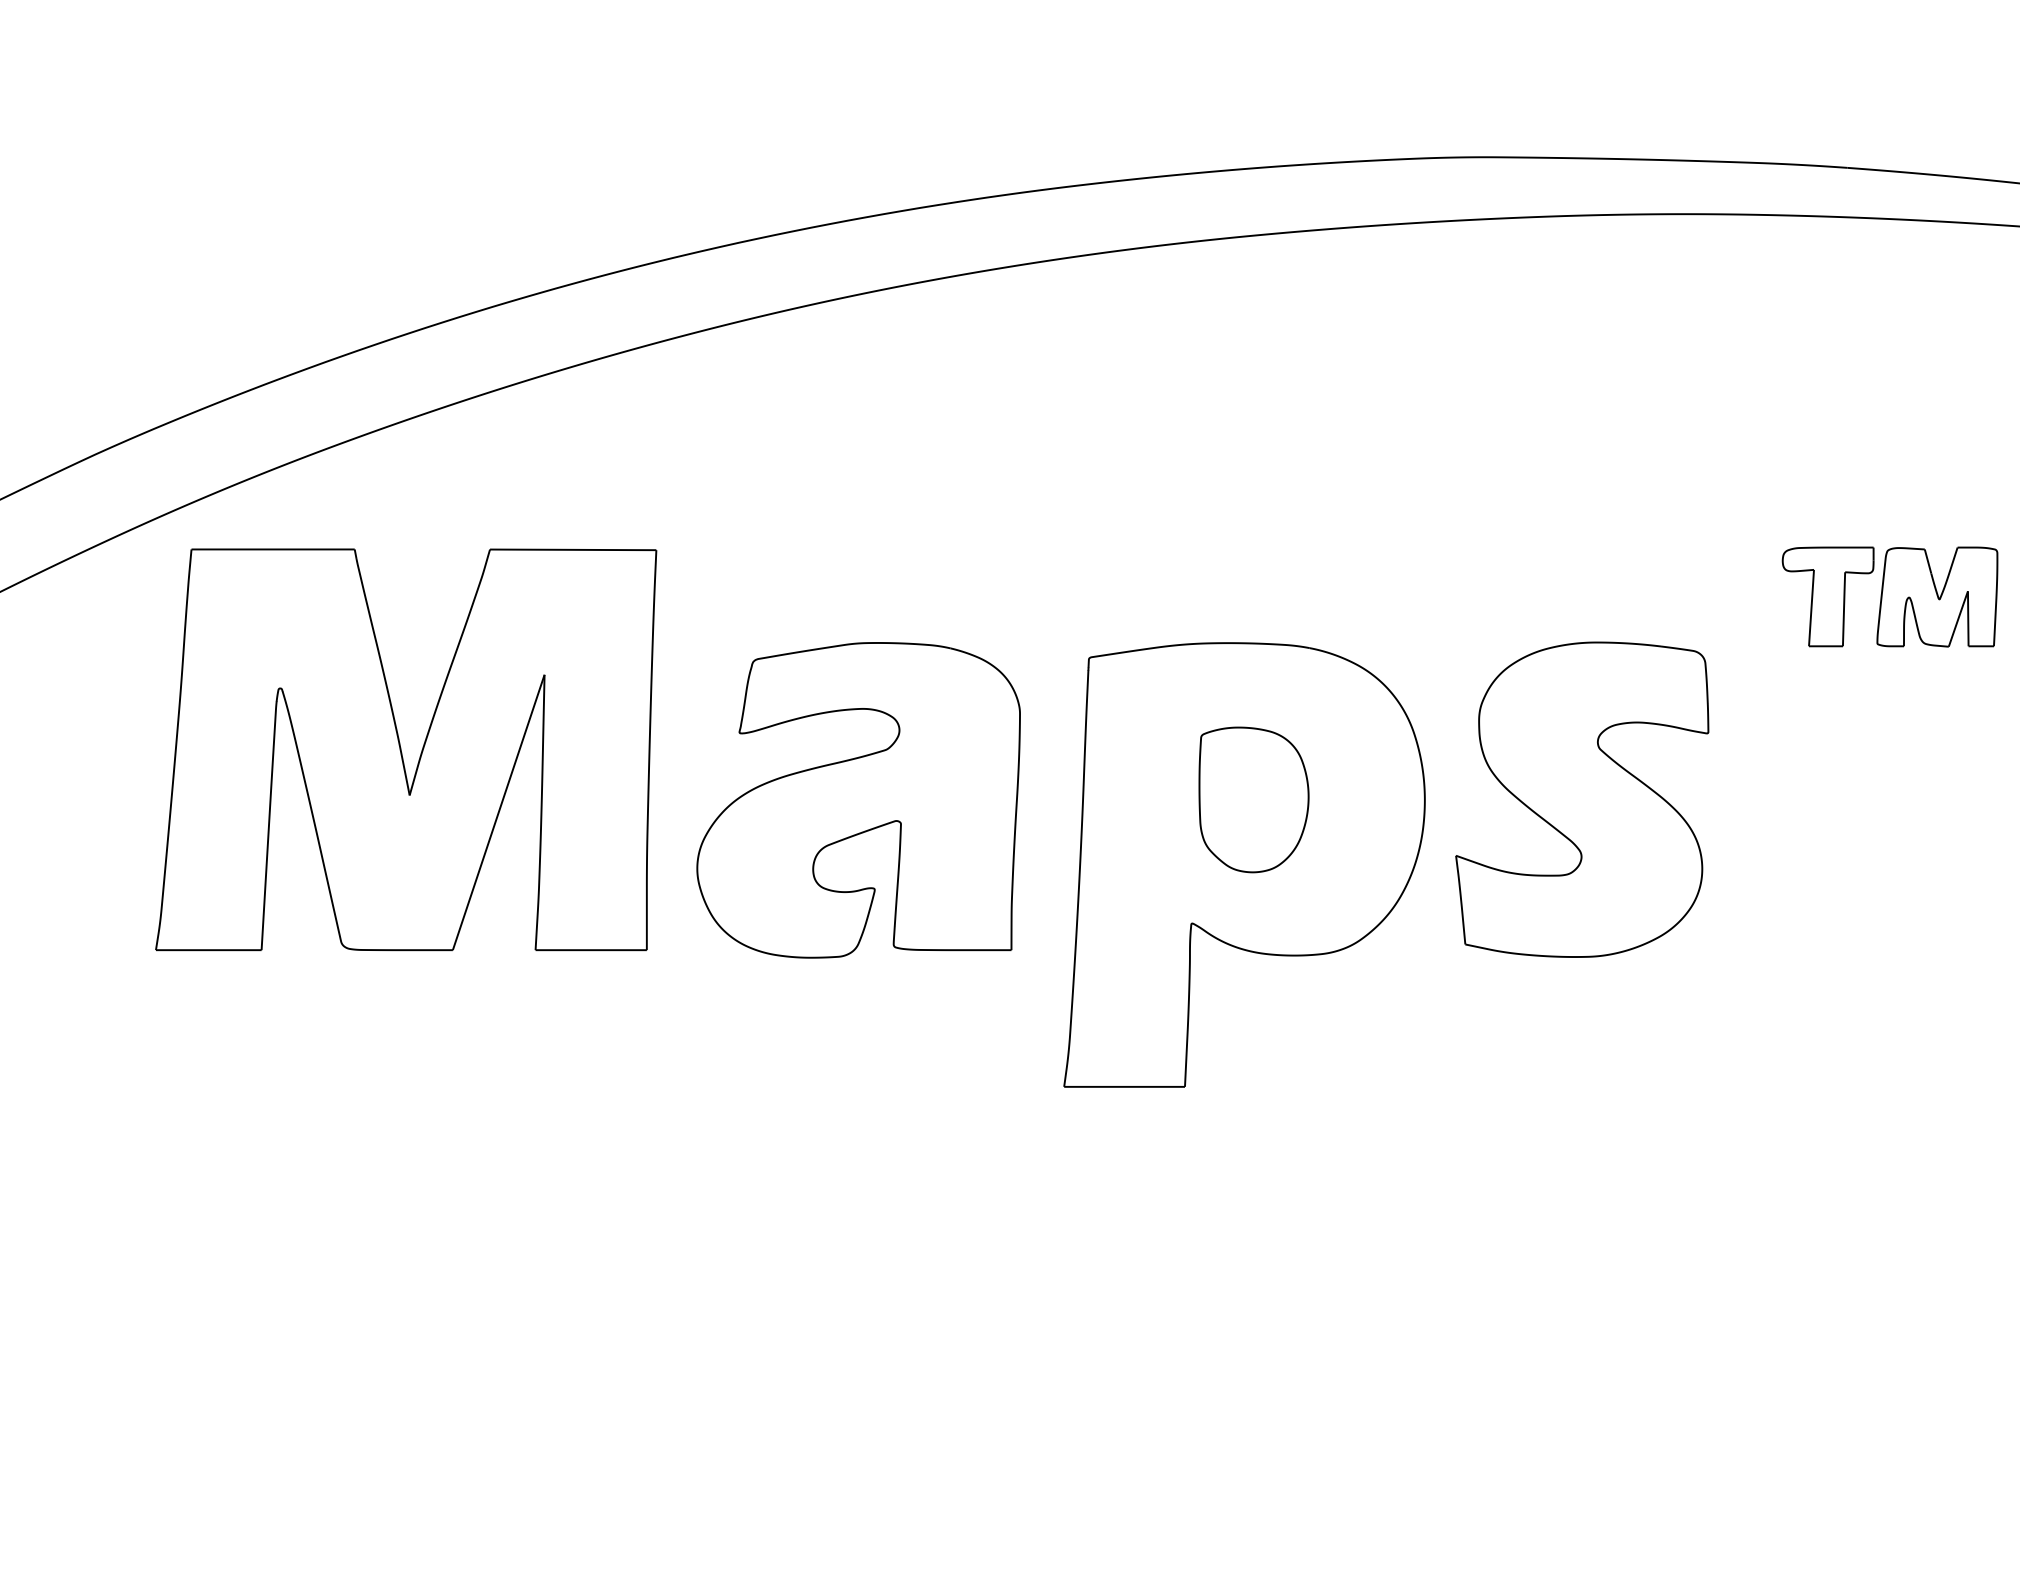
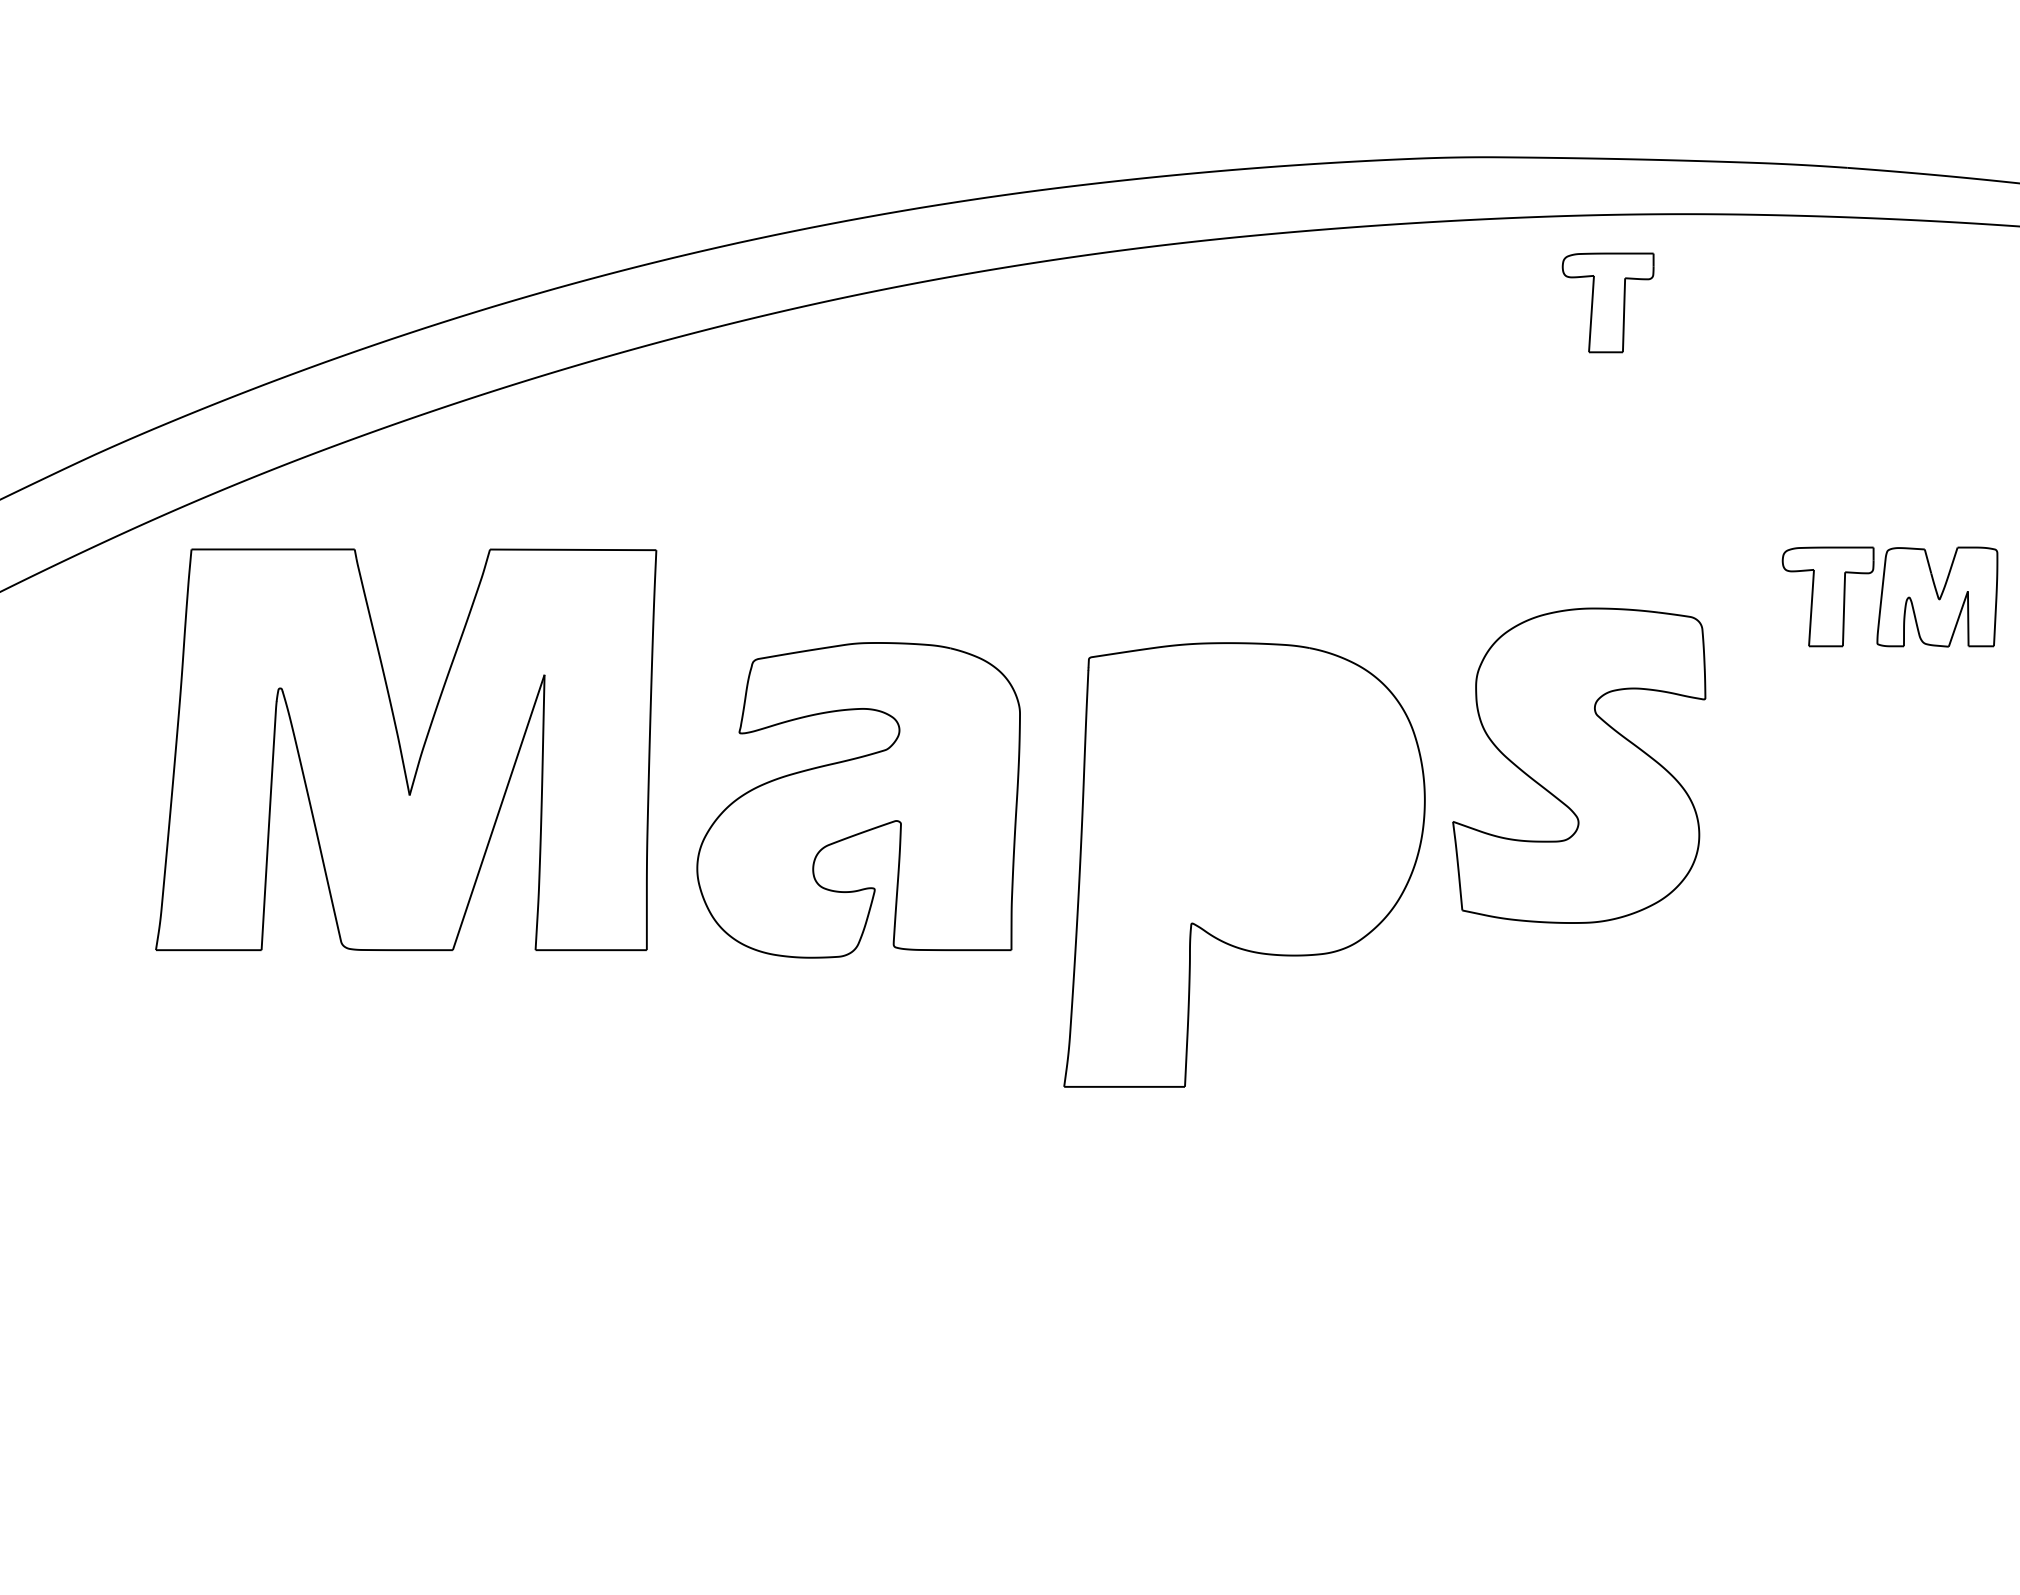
part at (1607, 302): none -> present
part at (1253, 799): present -> none
part at (1582, 799) position: (1582, 799) -> (1579, 765)
